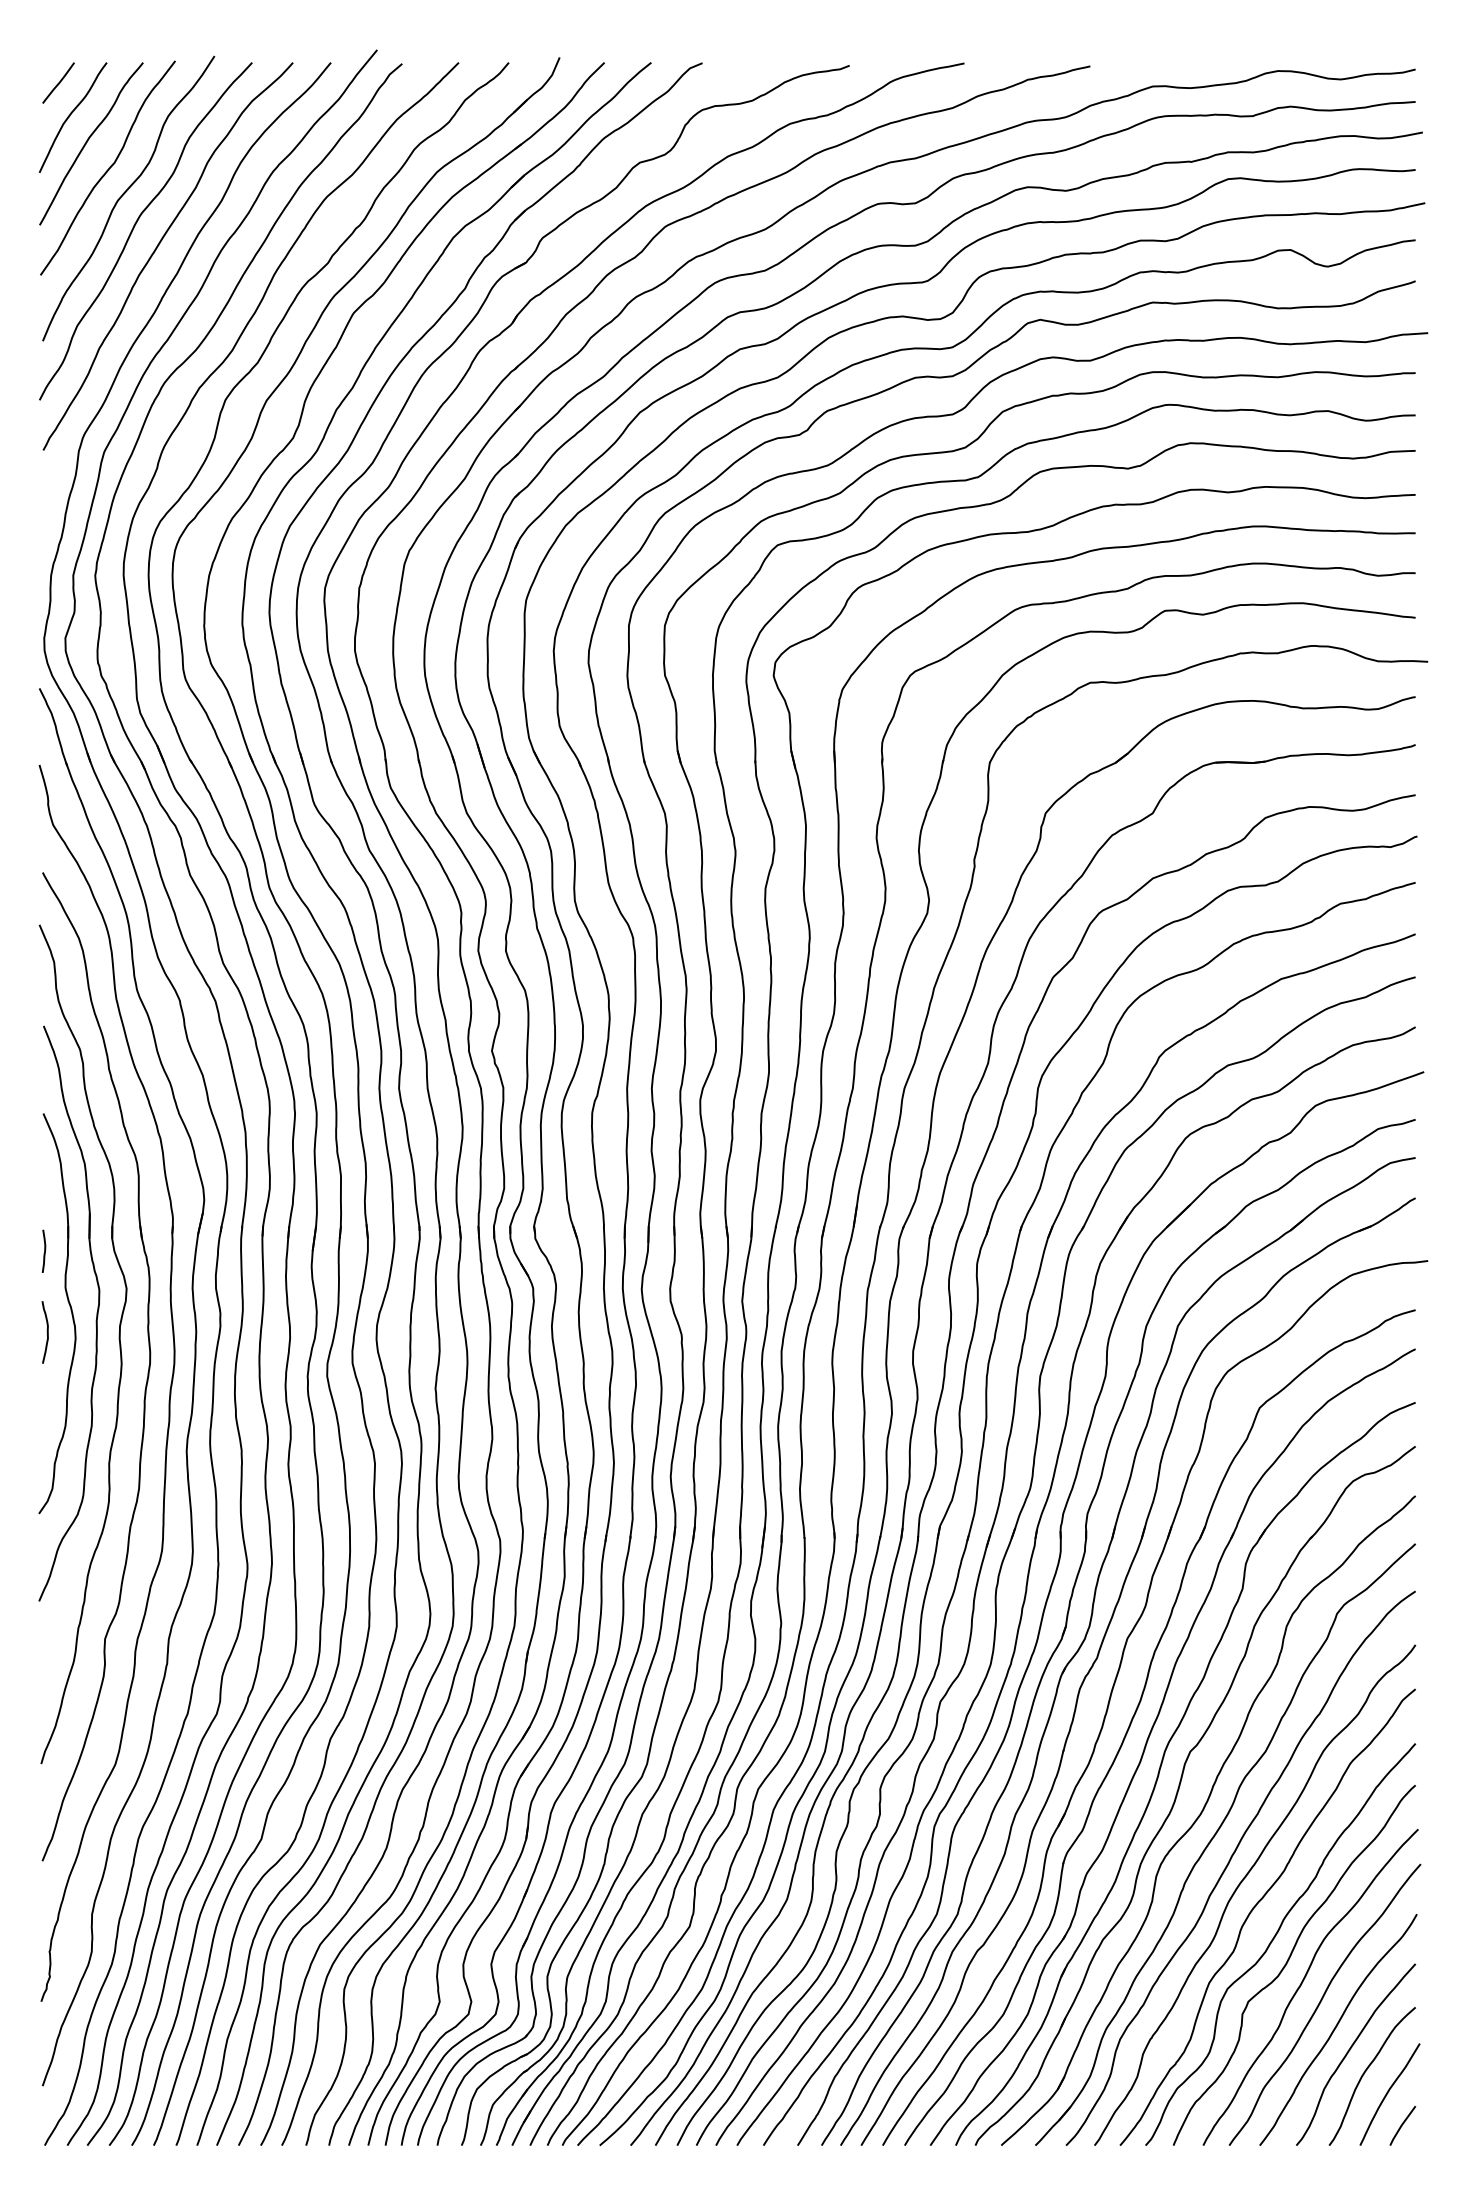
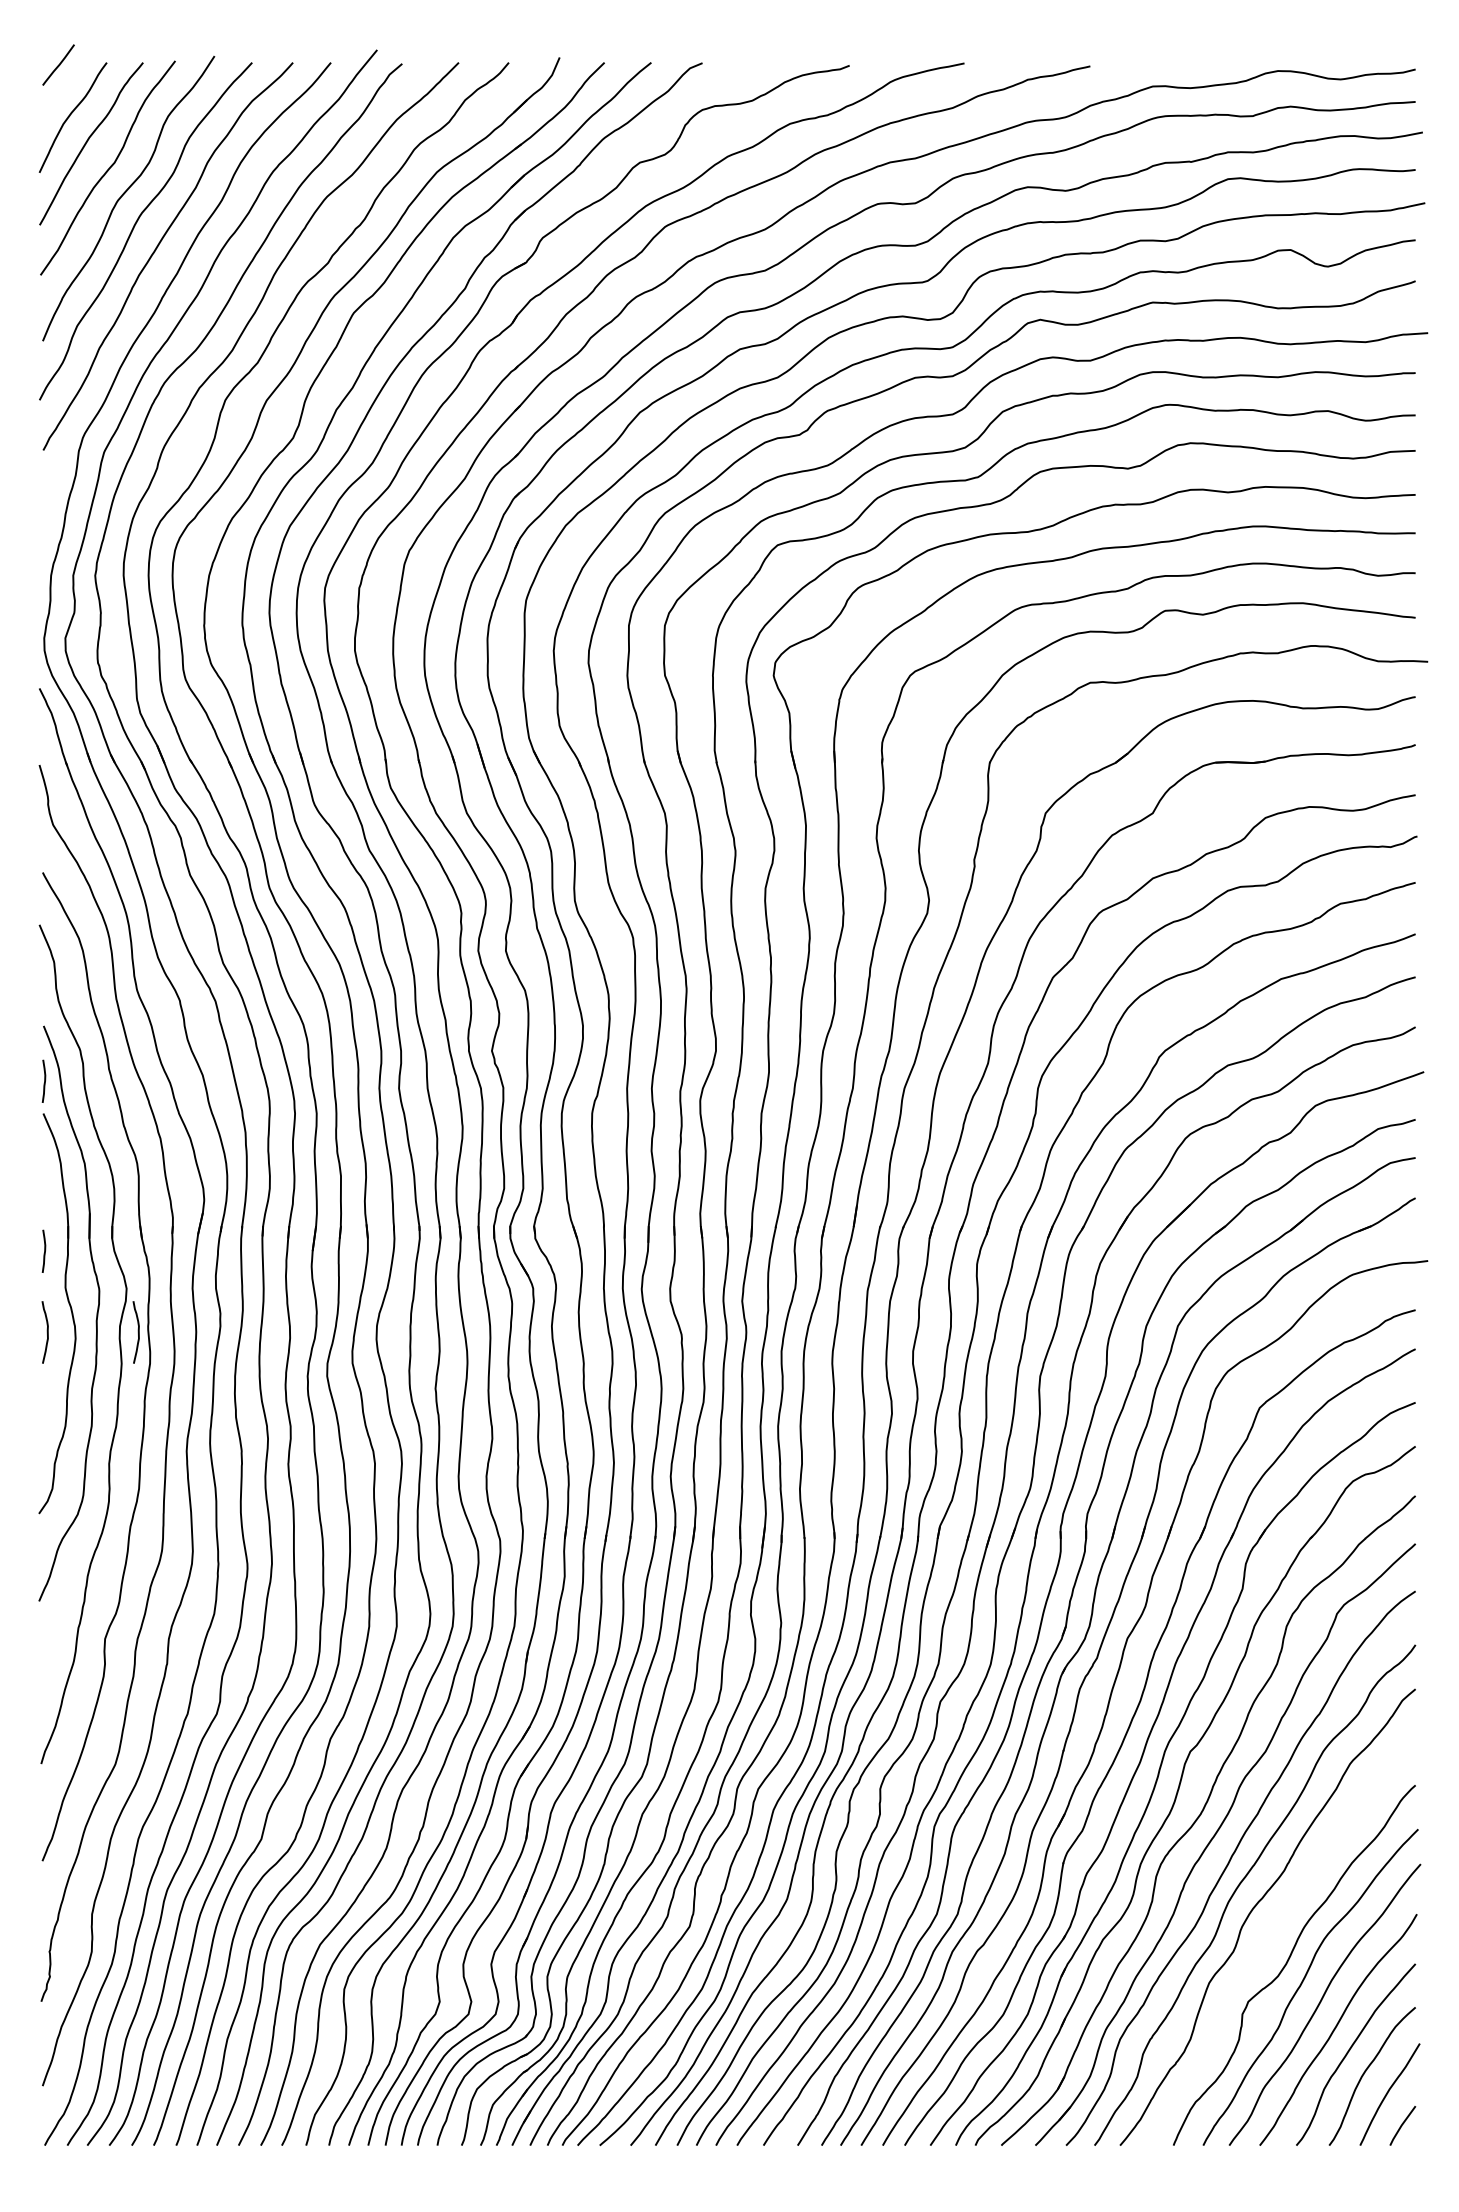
line at (58, 82) position: (58, 82) -> (58, 64)
curve at (44, 1080): none -> present
curve at (137, 1332): none -> present
curve at (1274, 1939): present -> none
